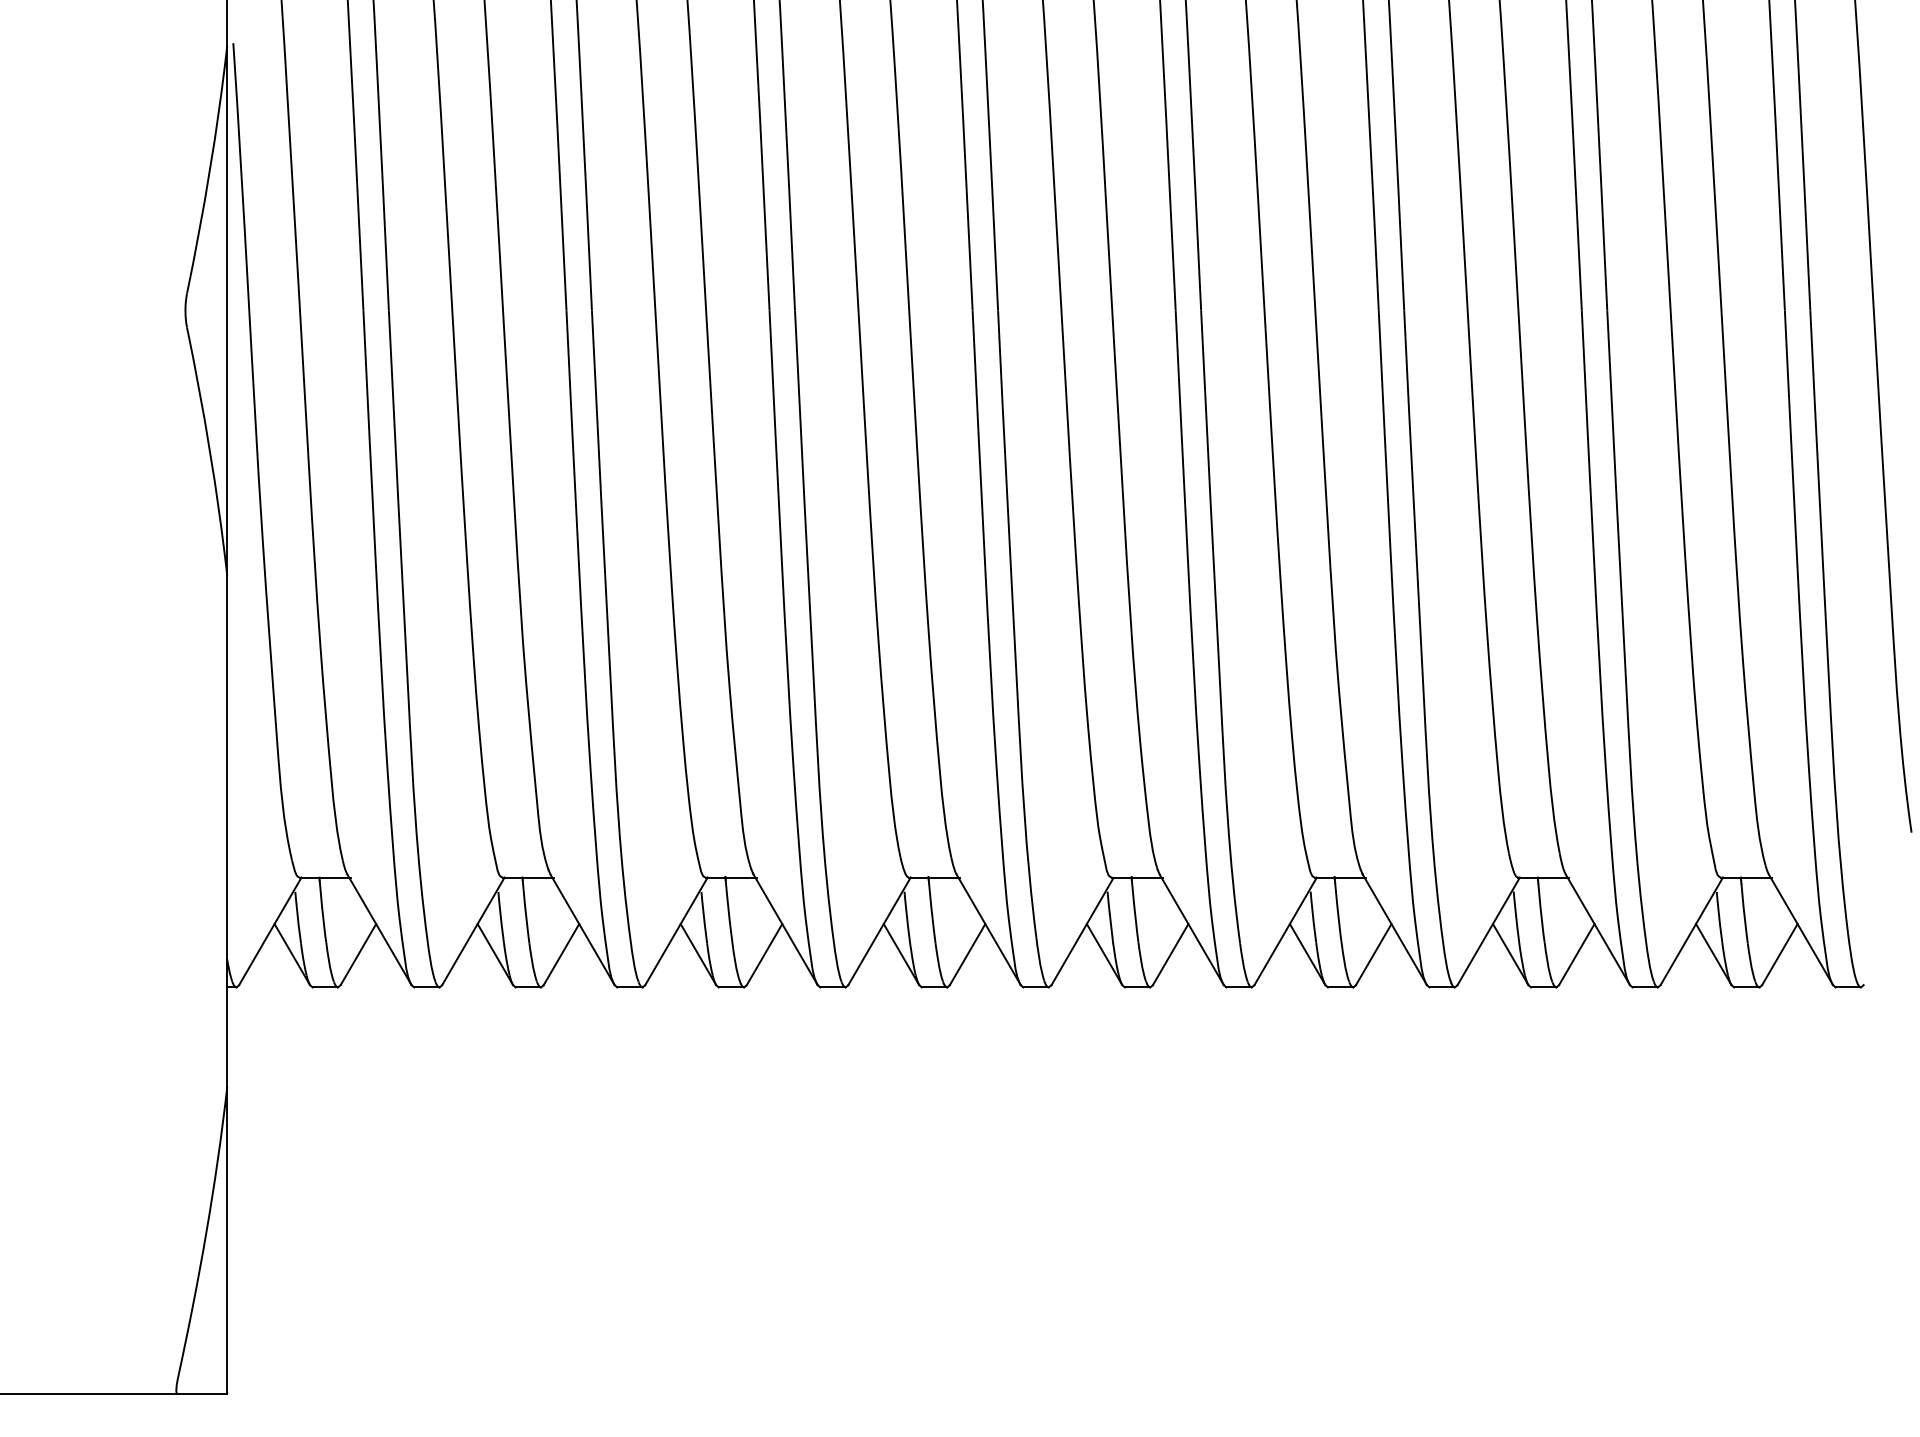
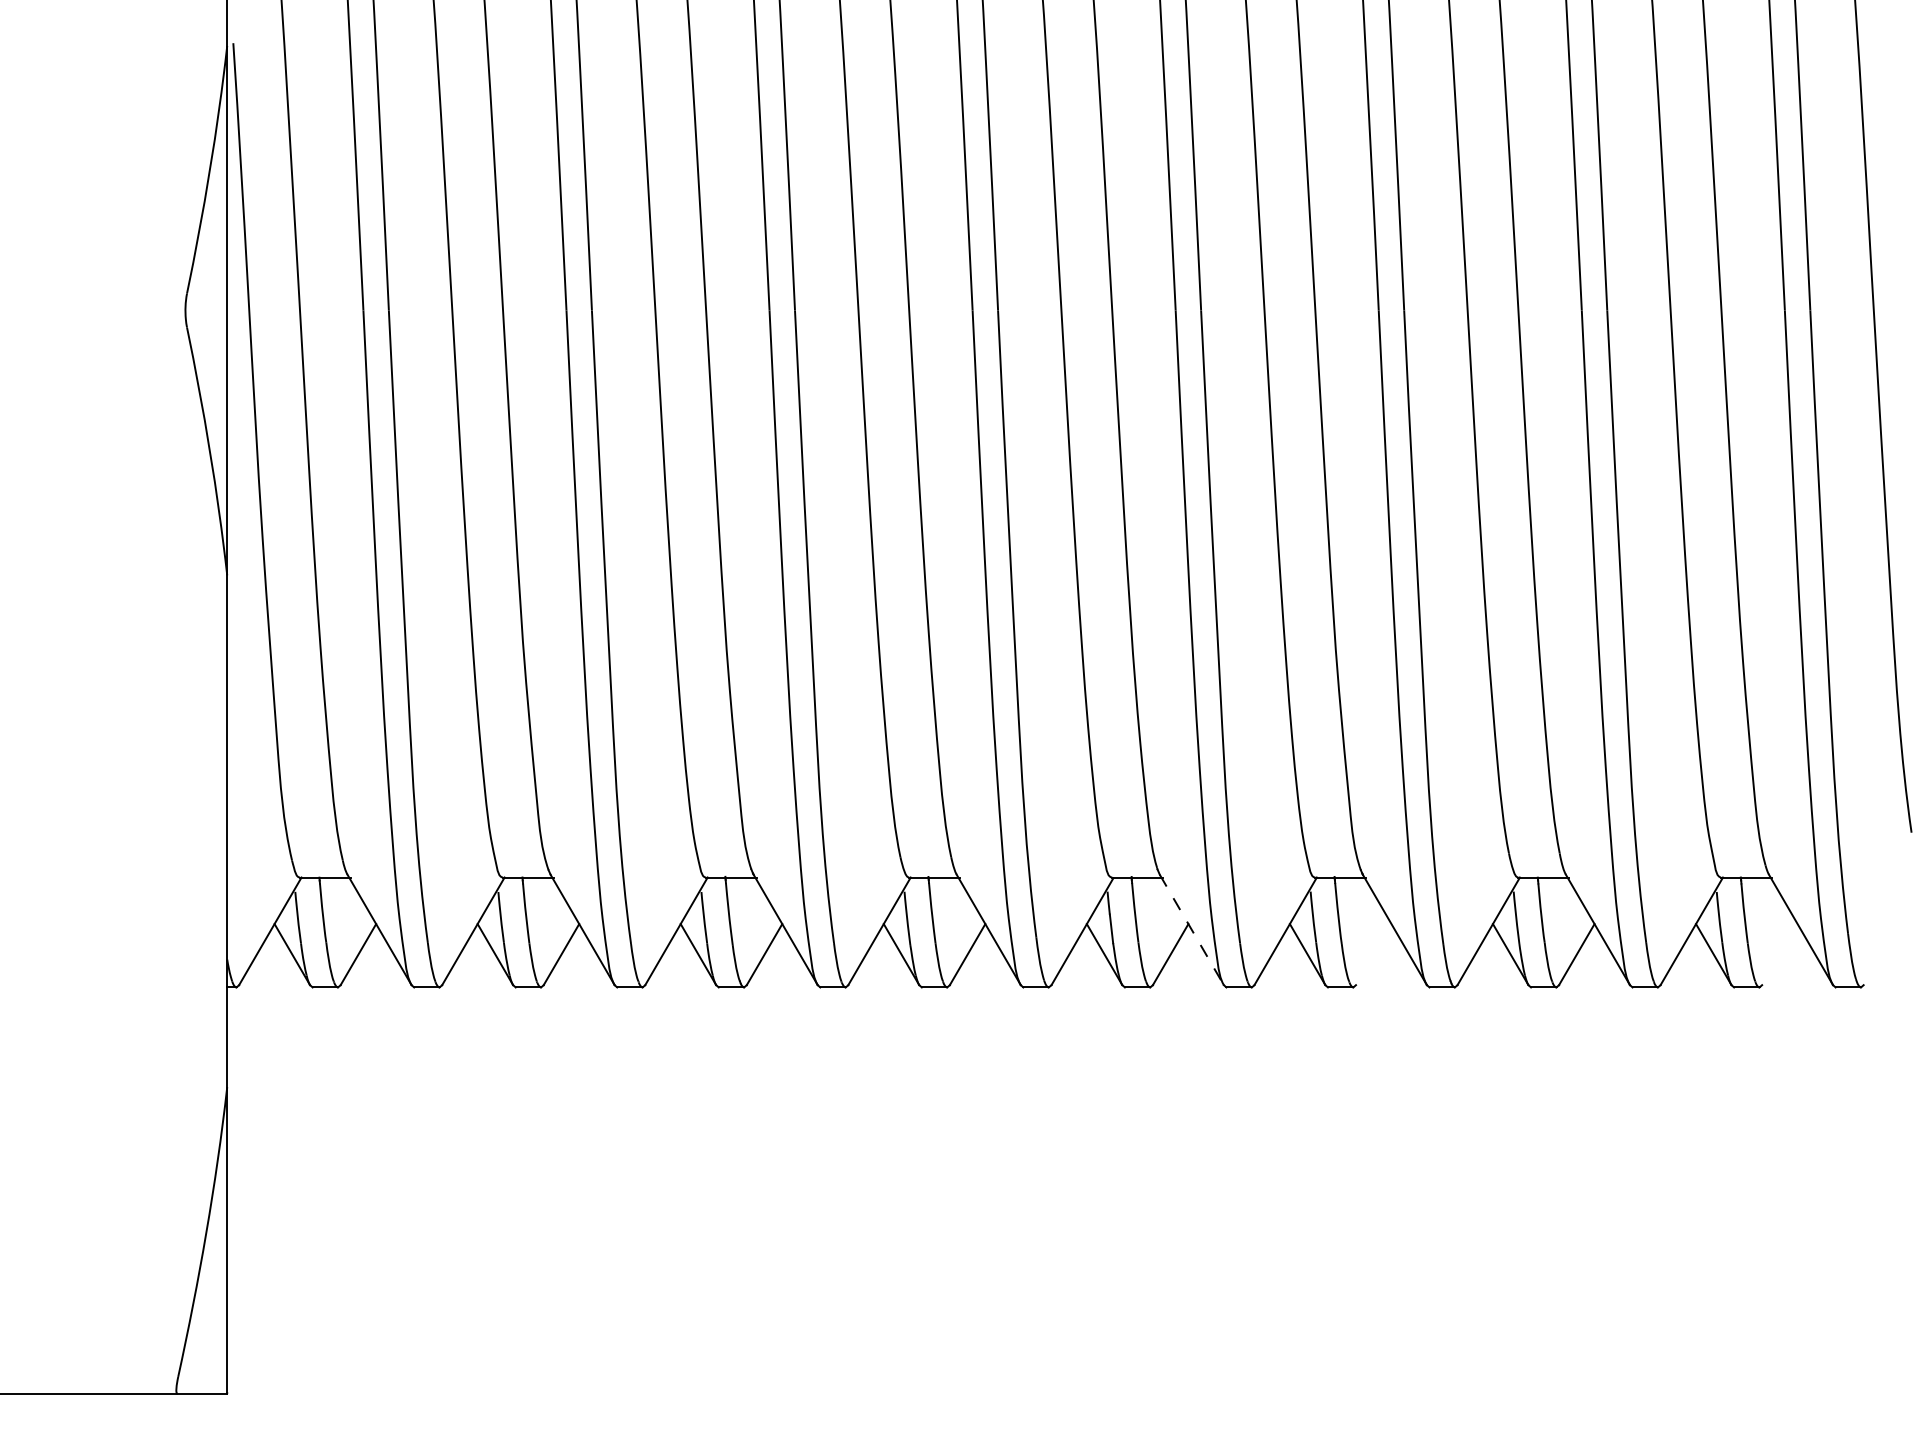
line at (1191, 929): solid -> dashed
line at (1373, 954): present -> none
line at (1779, 954): present -> none
